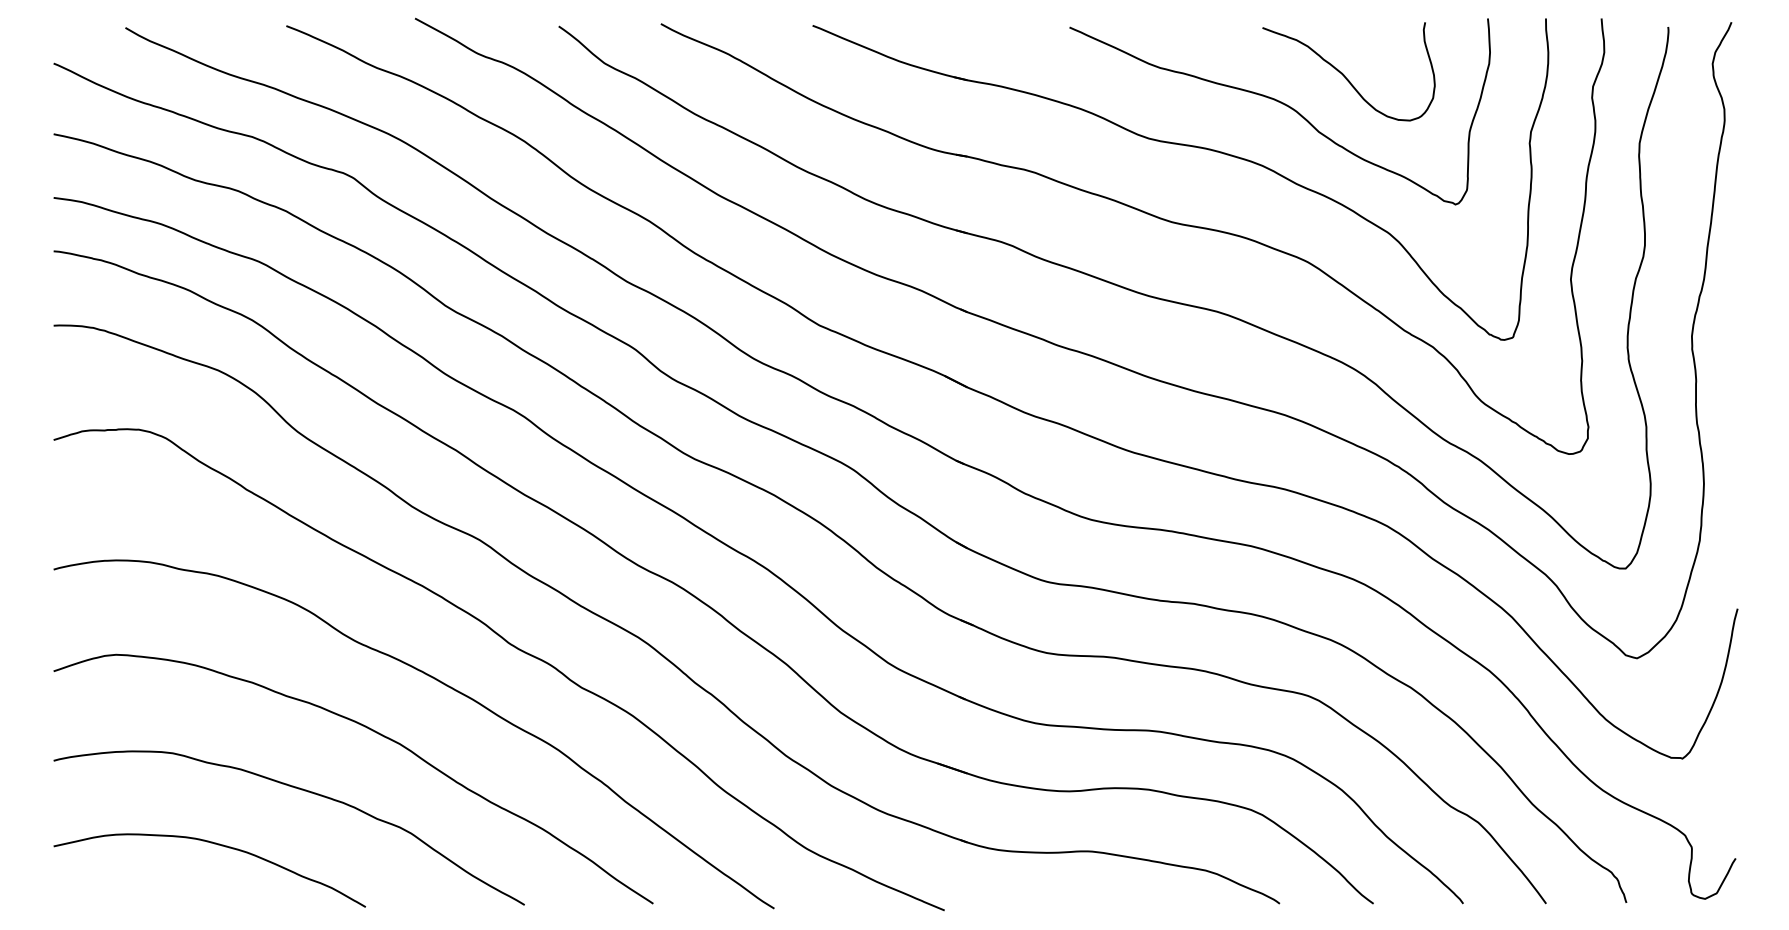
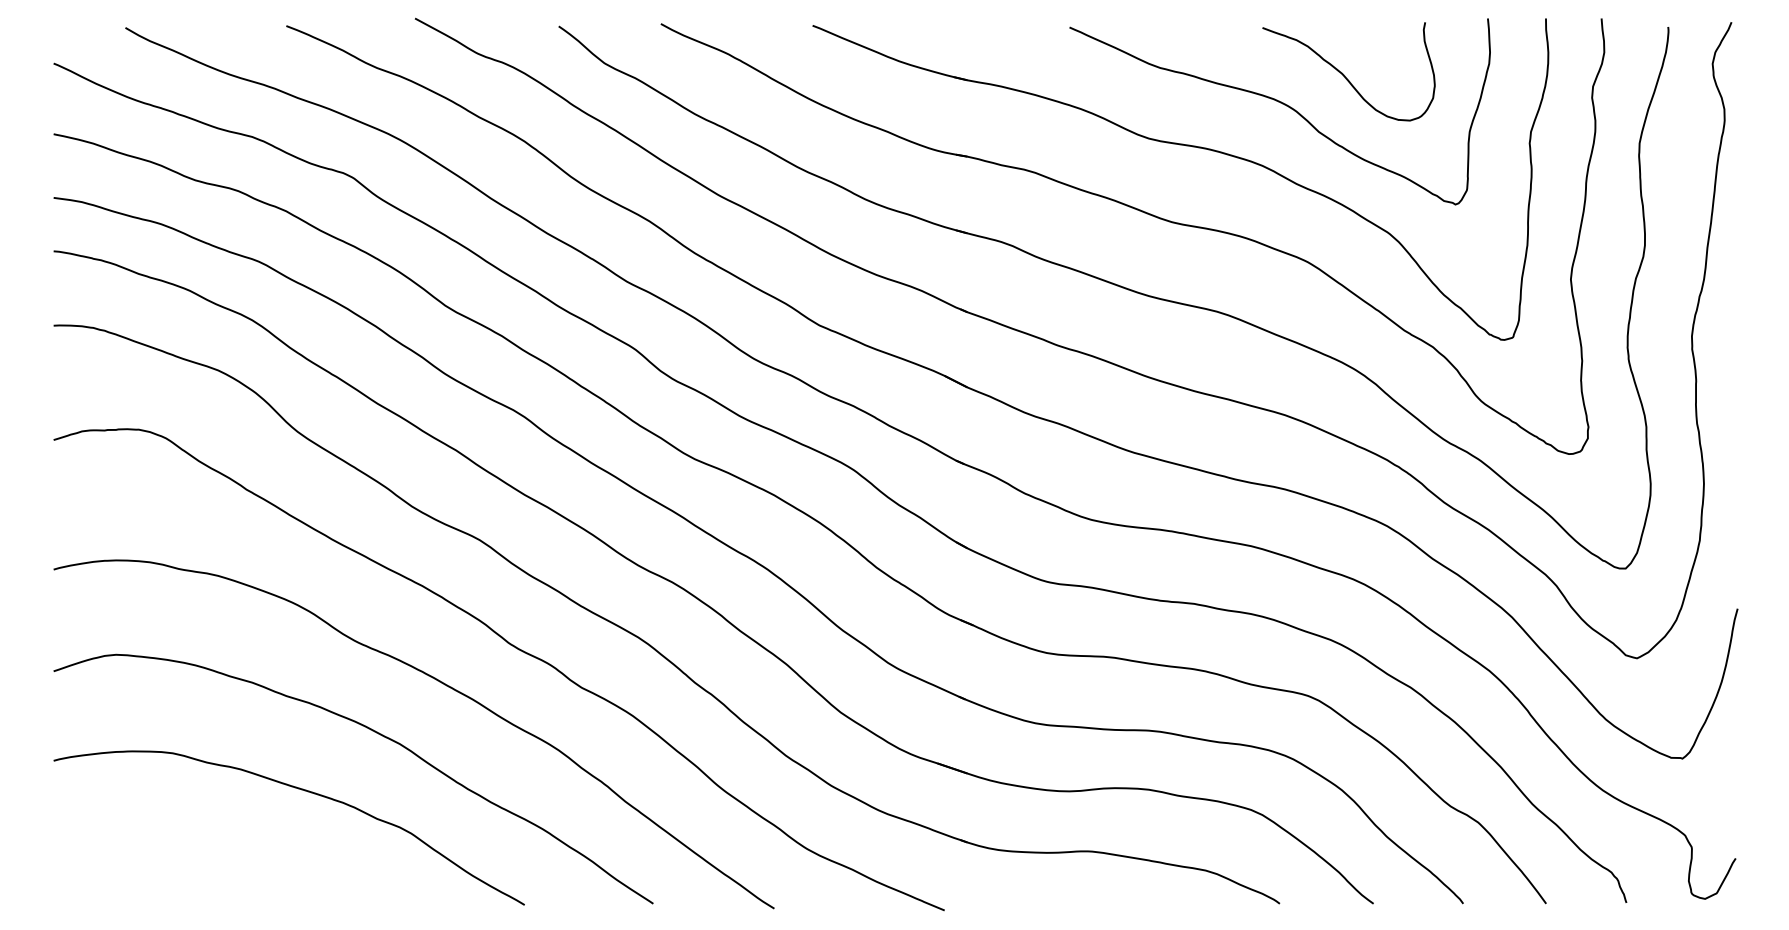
curve at (214, 844): present -> none
